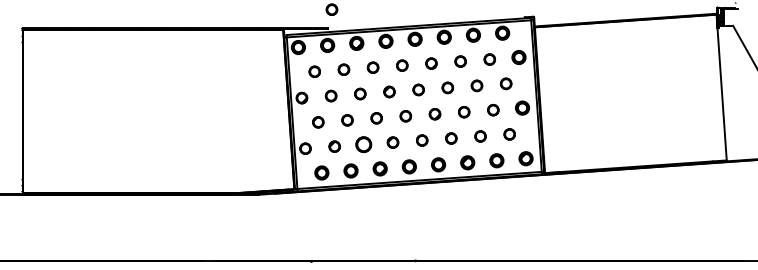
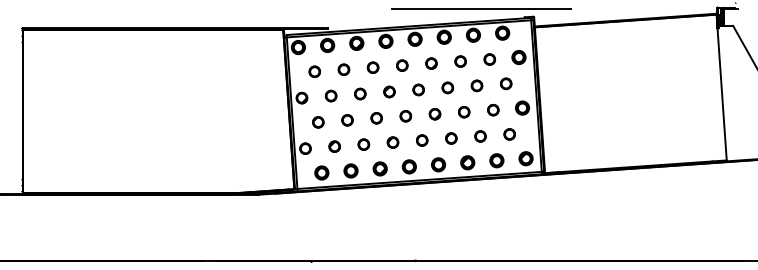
line at (481, 8): none -> present
part at (331, 9): present -> none
part at (363, 144) size: 18x18 px -> 14x13 px
